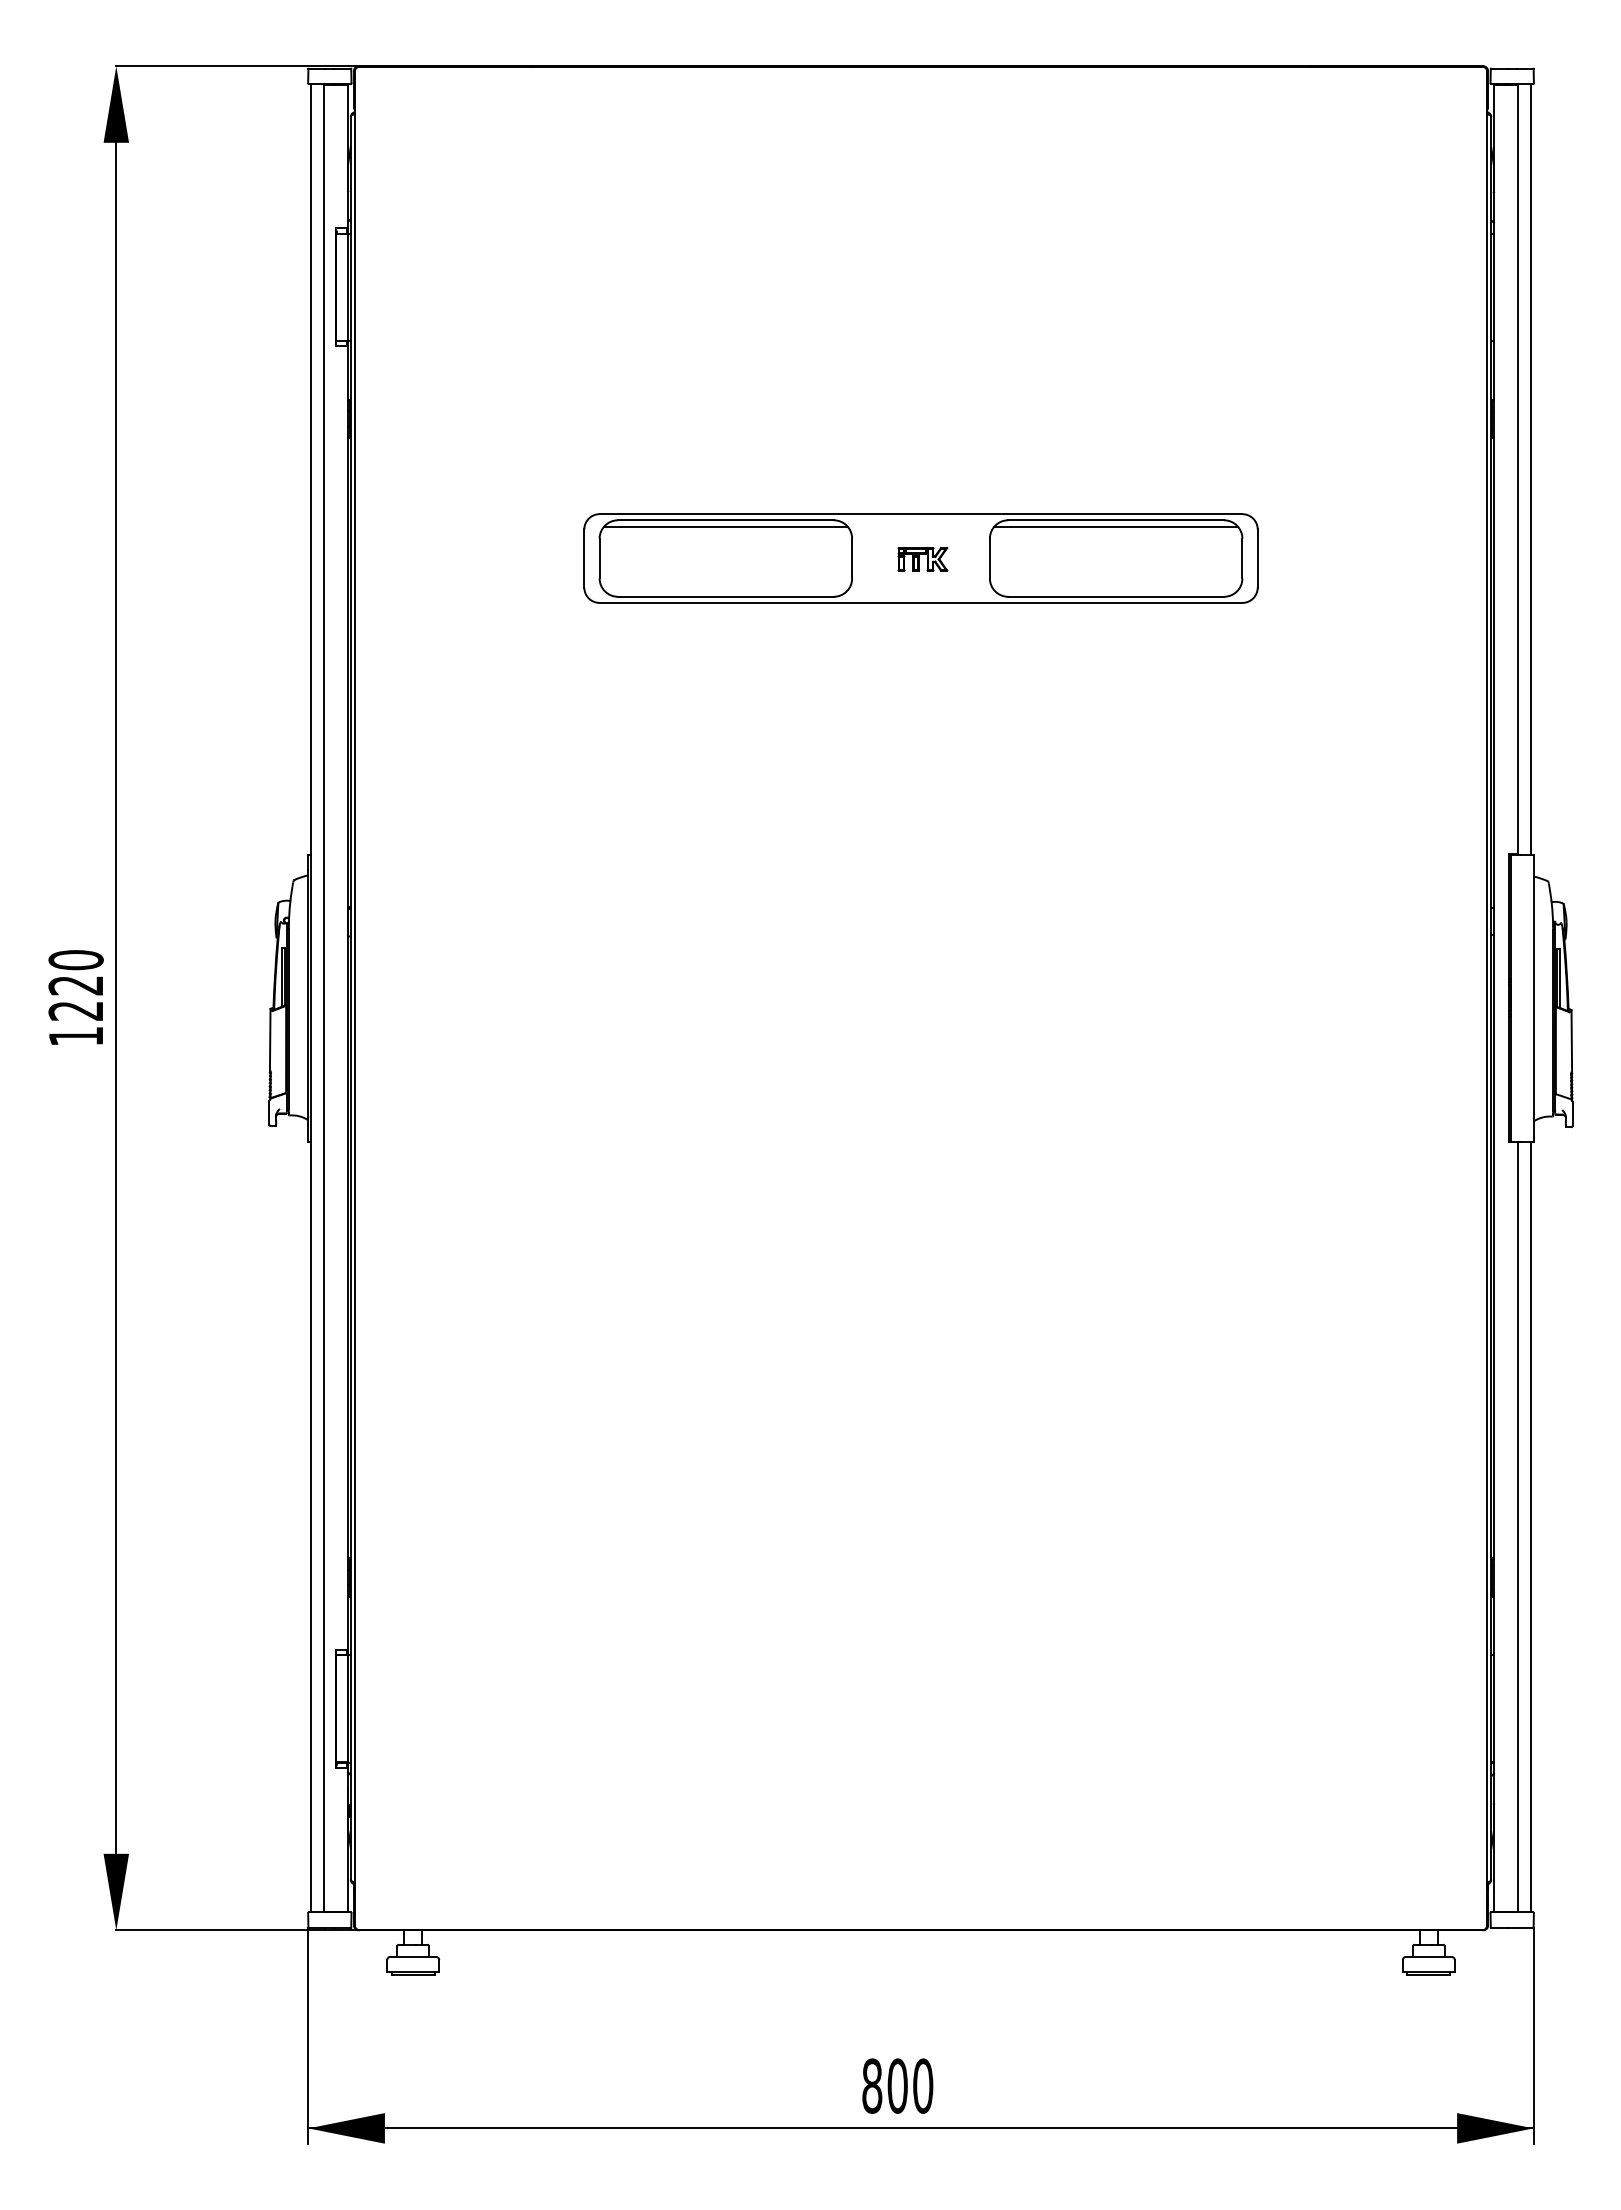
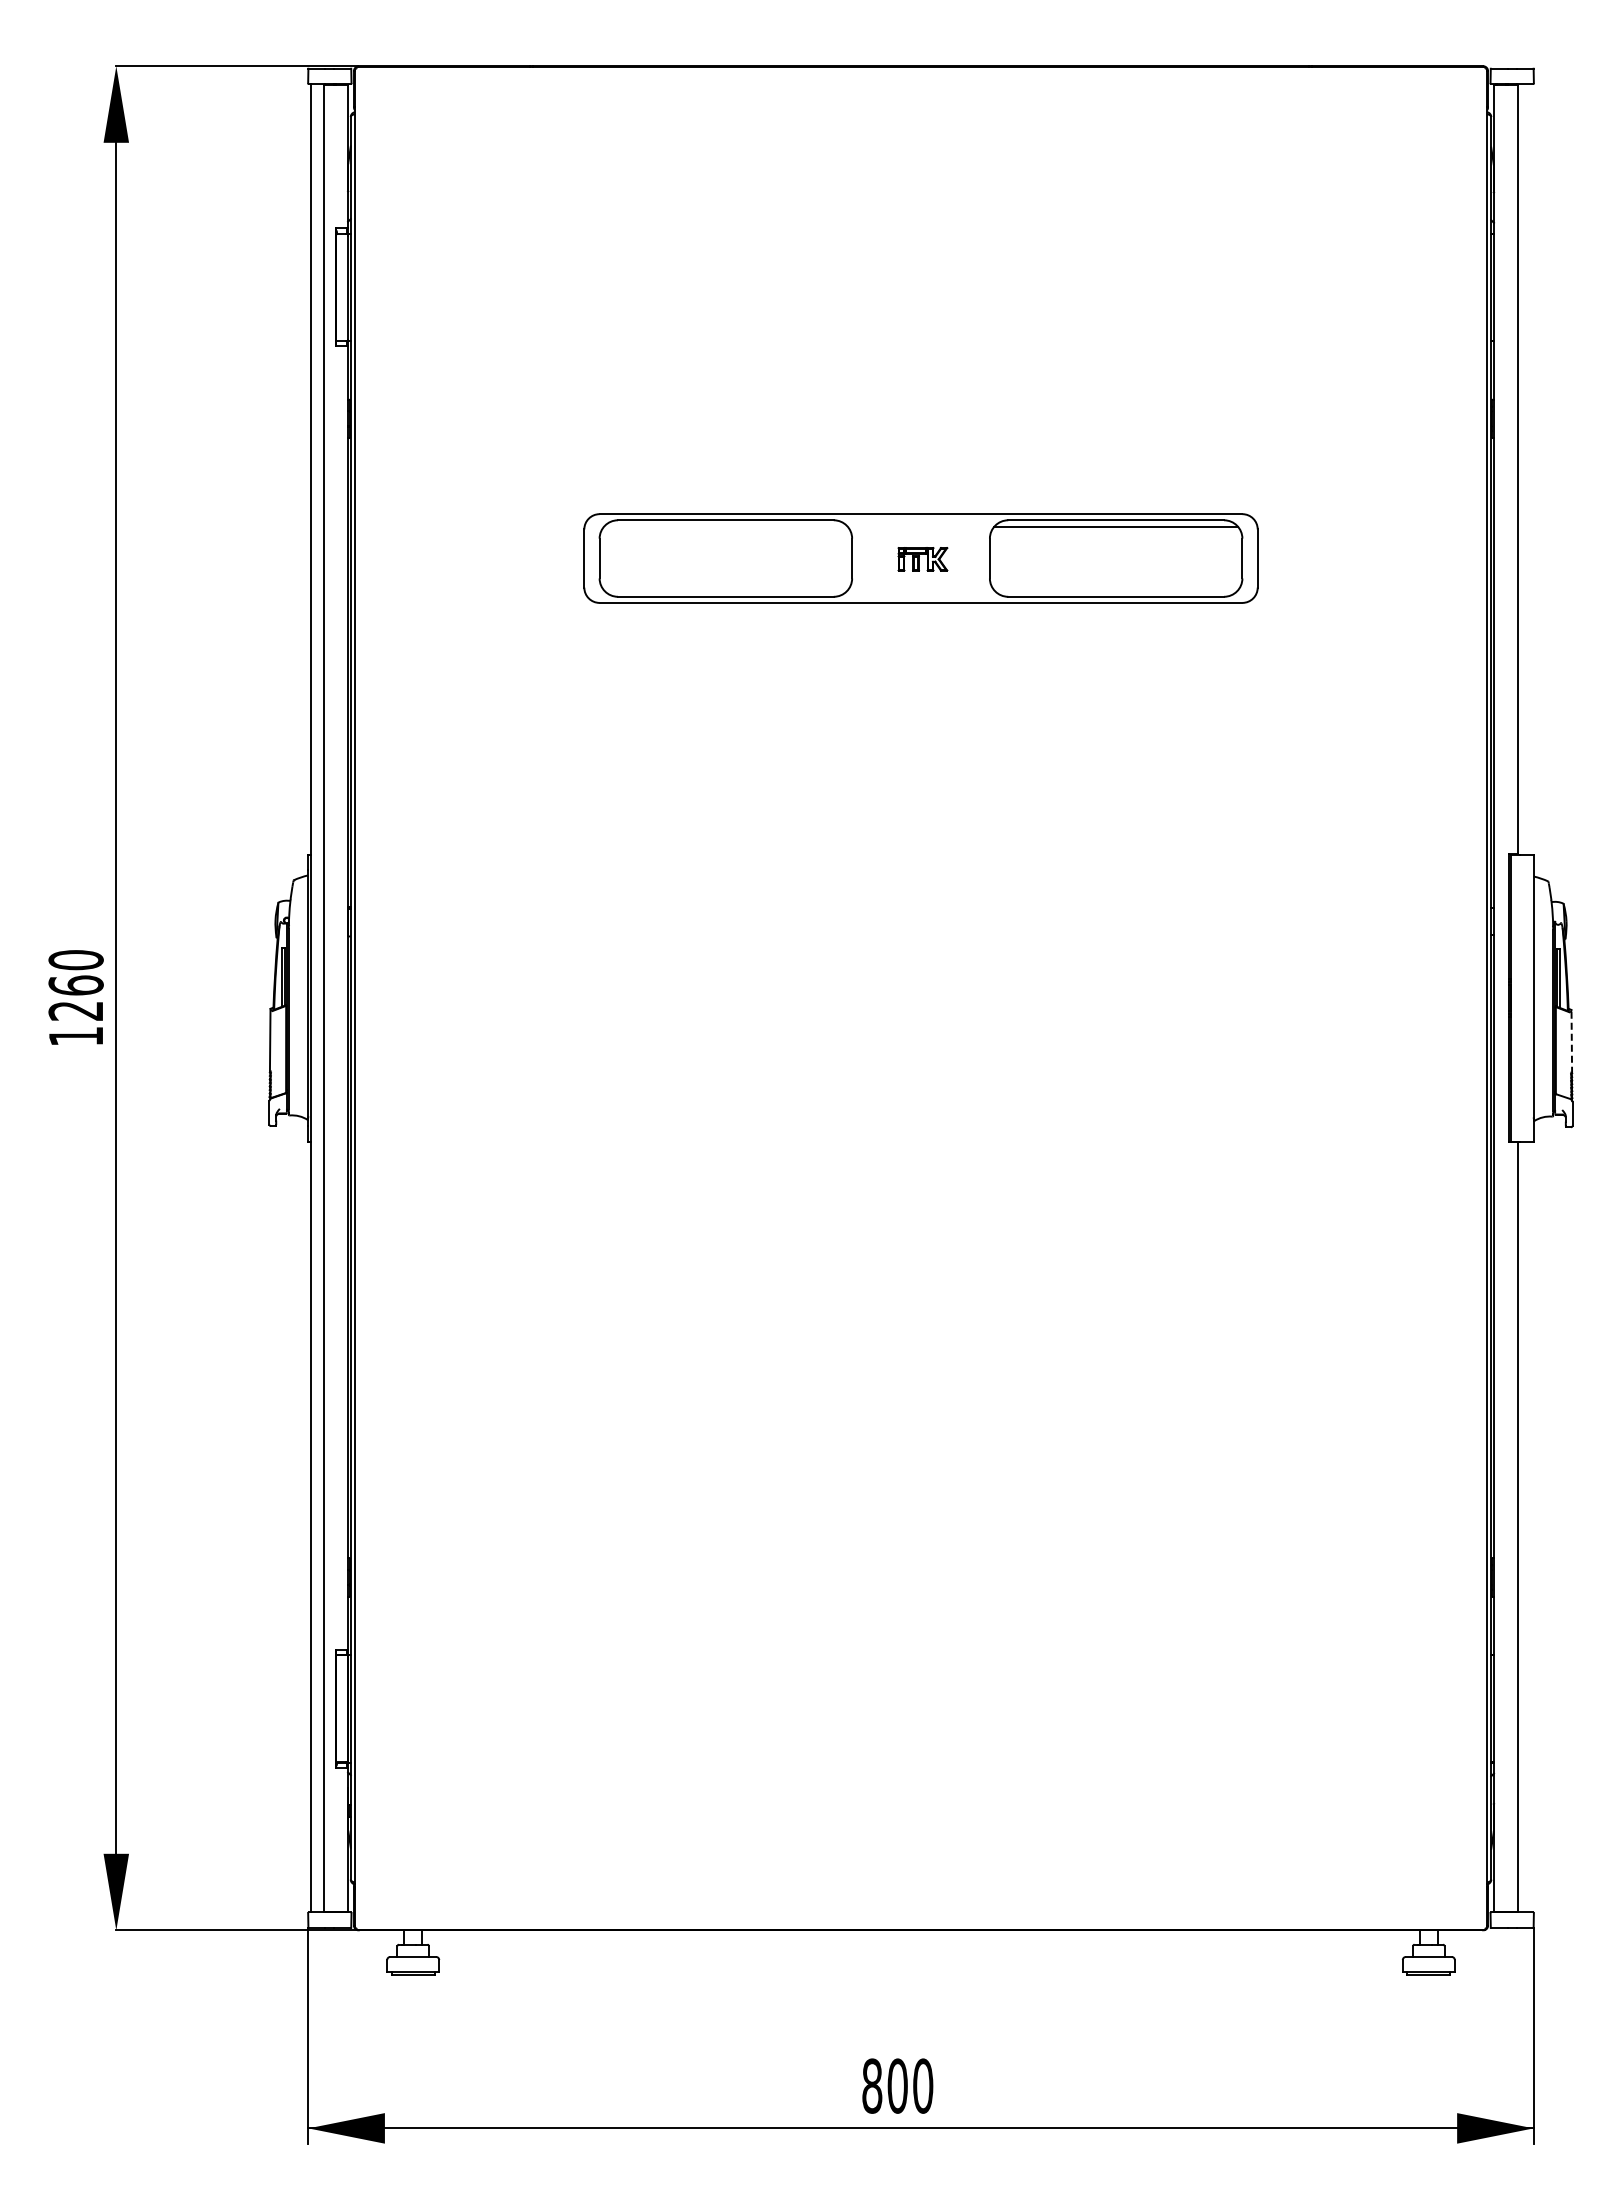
line at (1530, 469): present -> none
line at (725, 526): present -> none
text at (75, 985): 1220 -> 1260
line at (1571, 1042): solid -> dashed
line at (1530, 1526): present -> none
